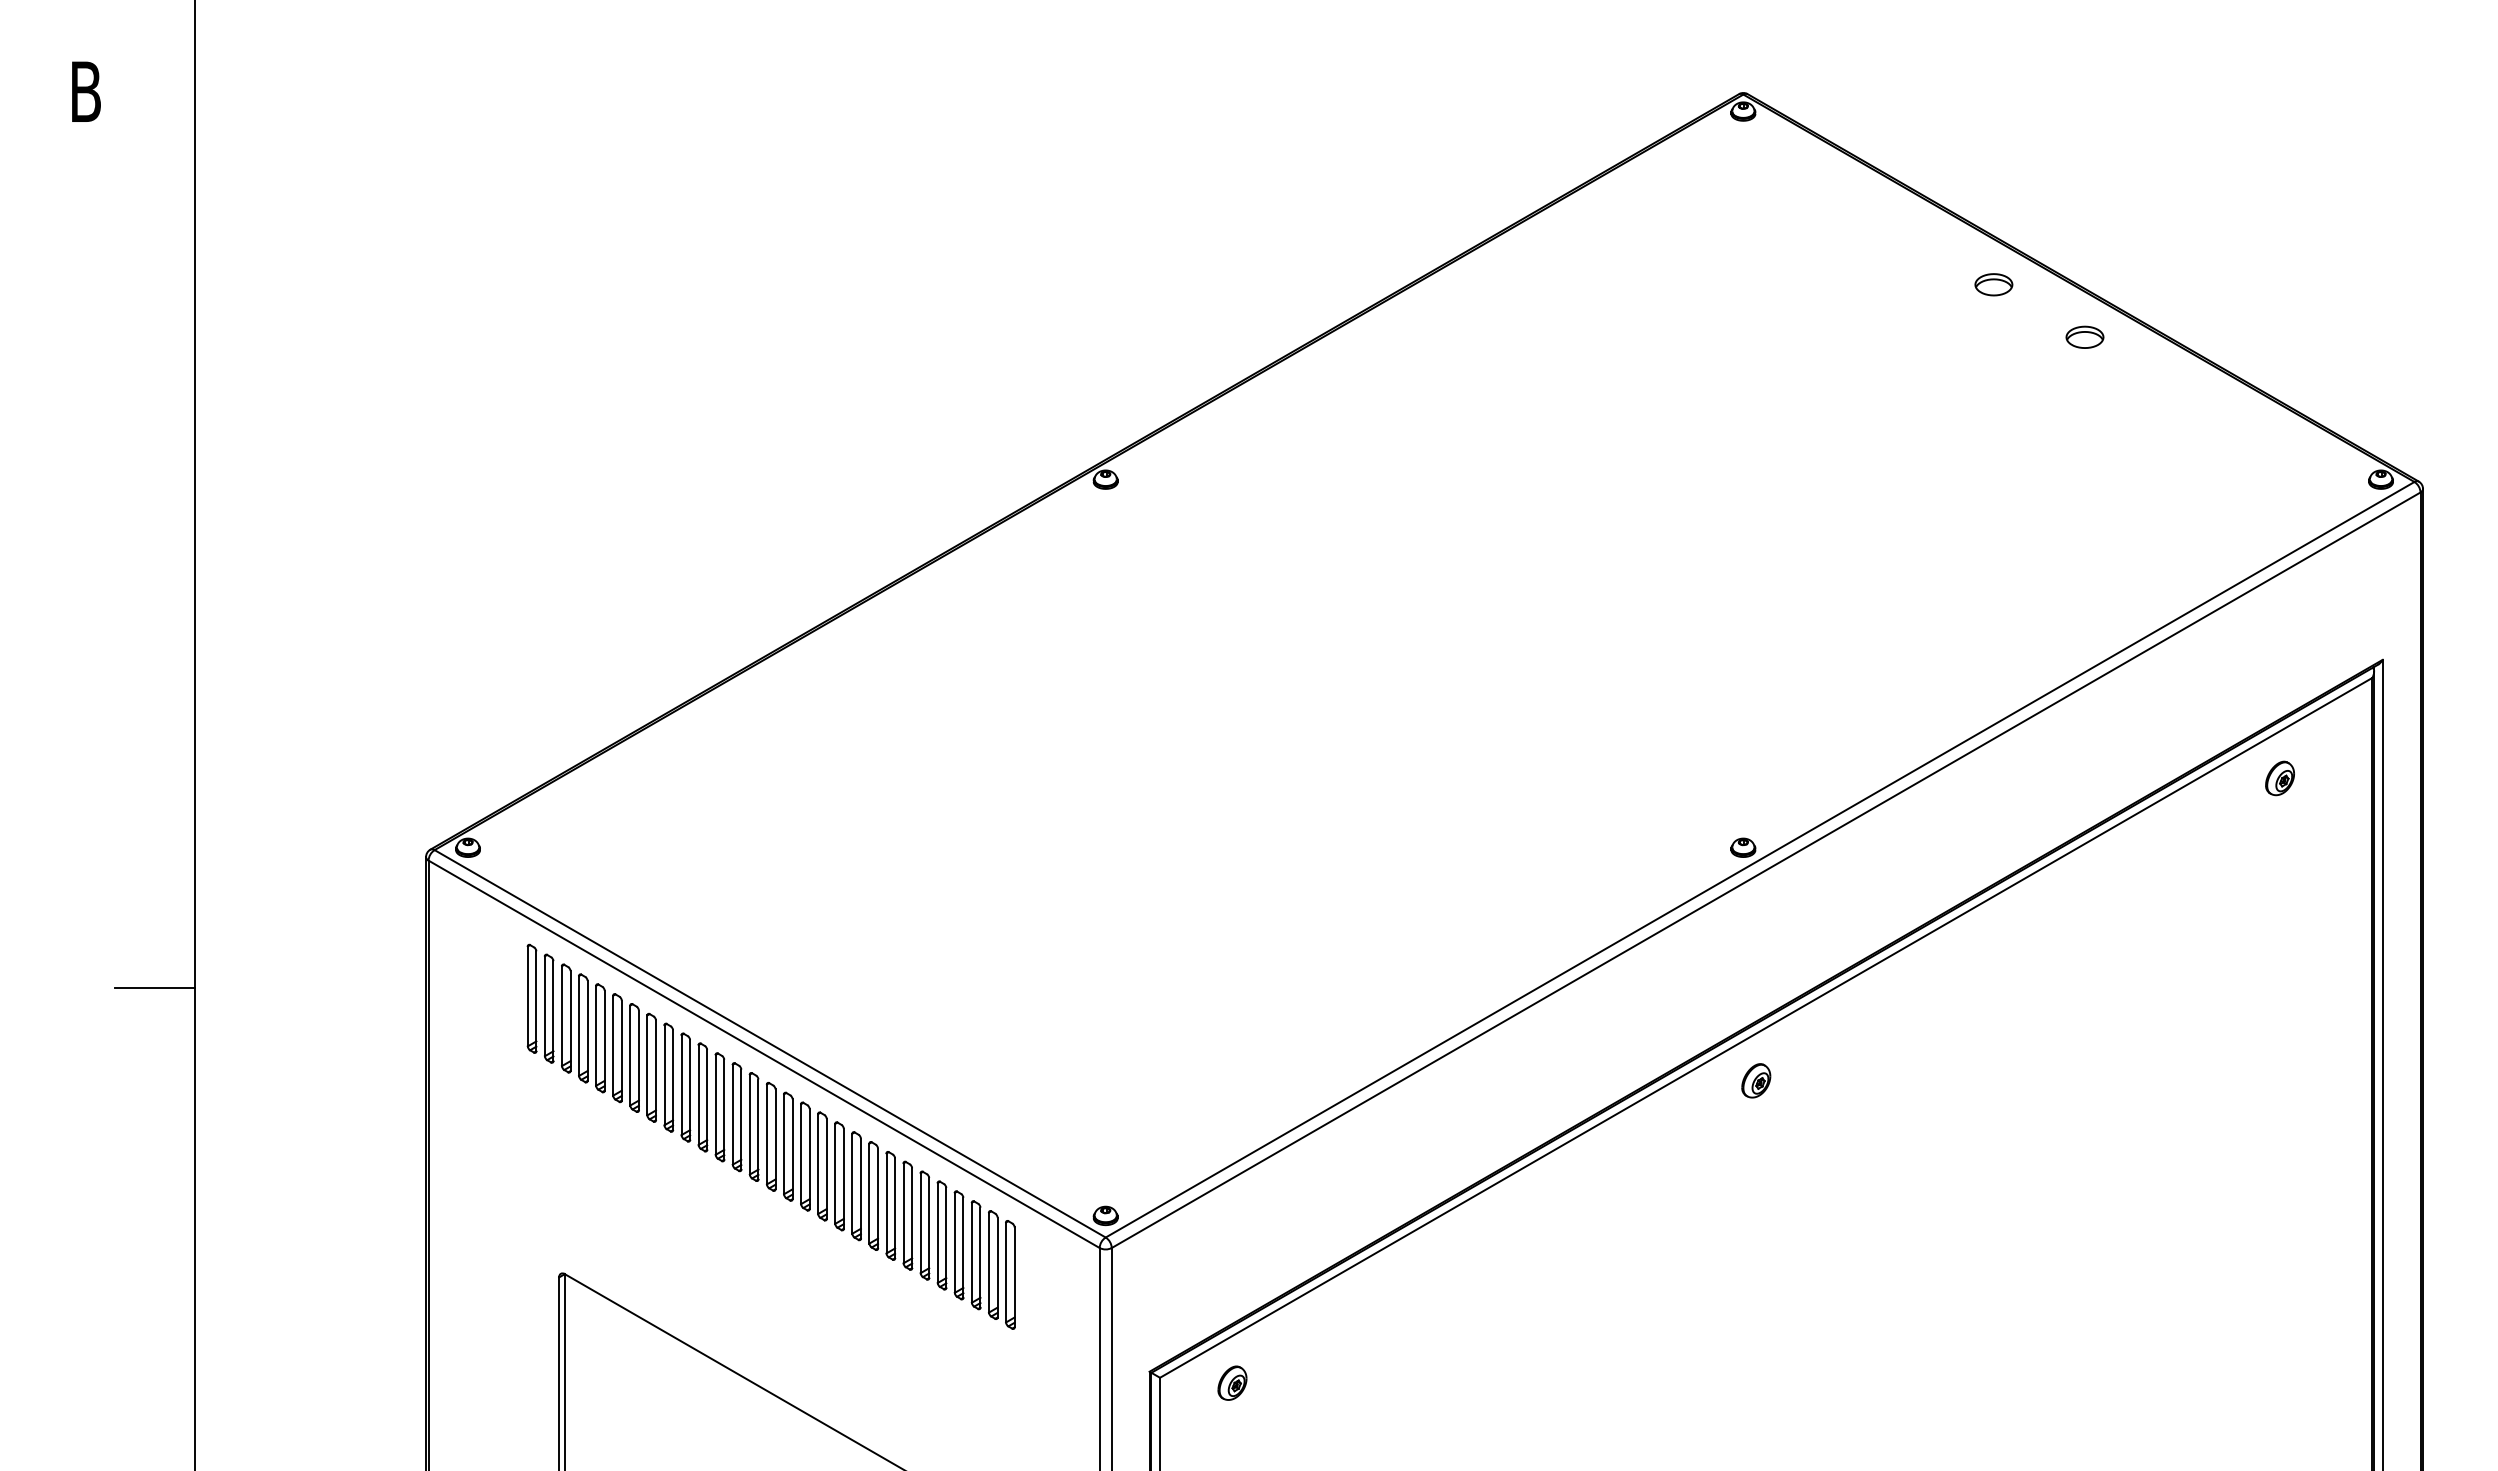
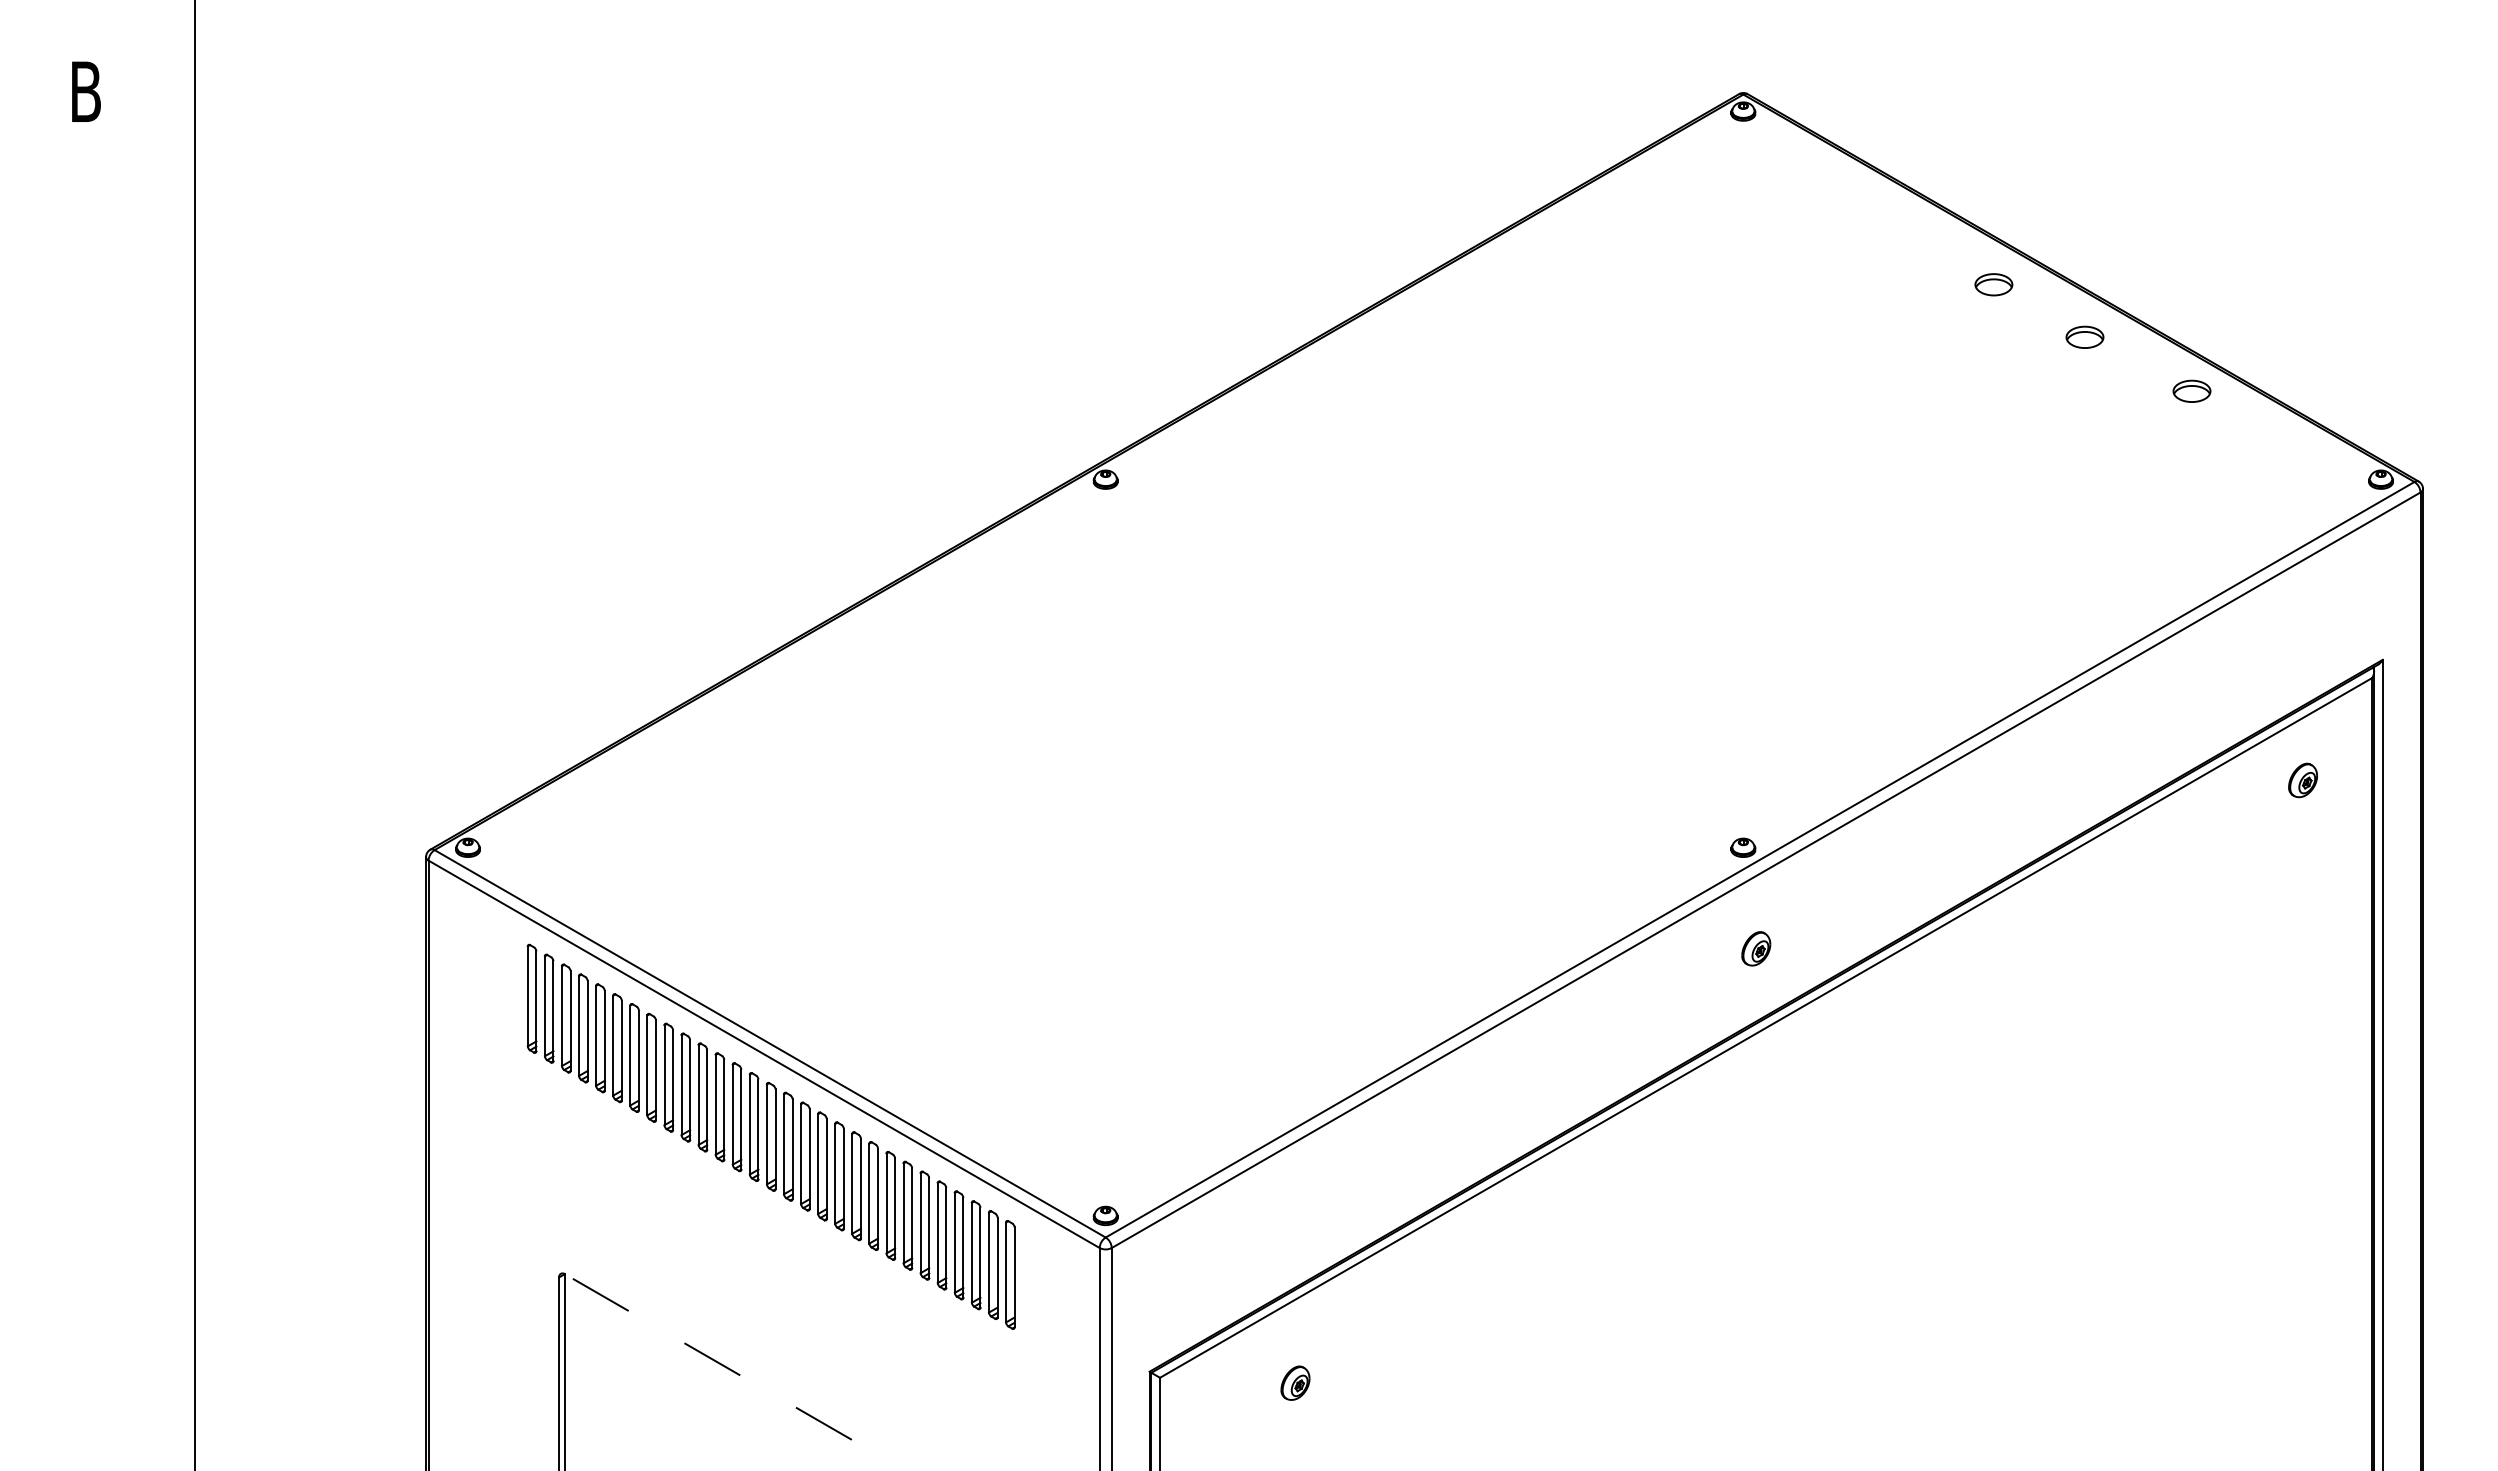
part at (2191, 390): none -> present
part at (2279, 778) position: (2279, 778) -> (2302, 780)
line at (154, 988): present -> none
part at (1756, 1080) position: (1756, 1080) -> (1756, 948)
line at (735, 1372): solid -> dashed
part at (1232, 1382) position: (1232, 1382) -> (1295, 1382)
